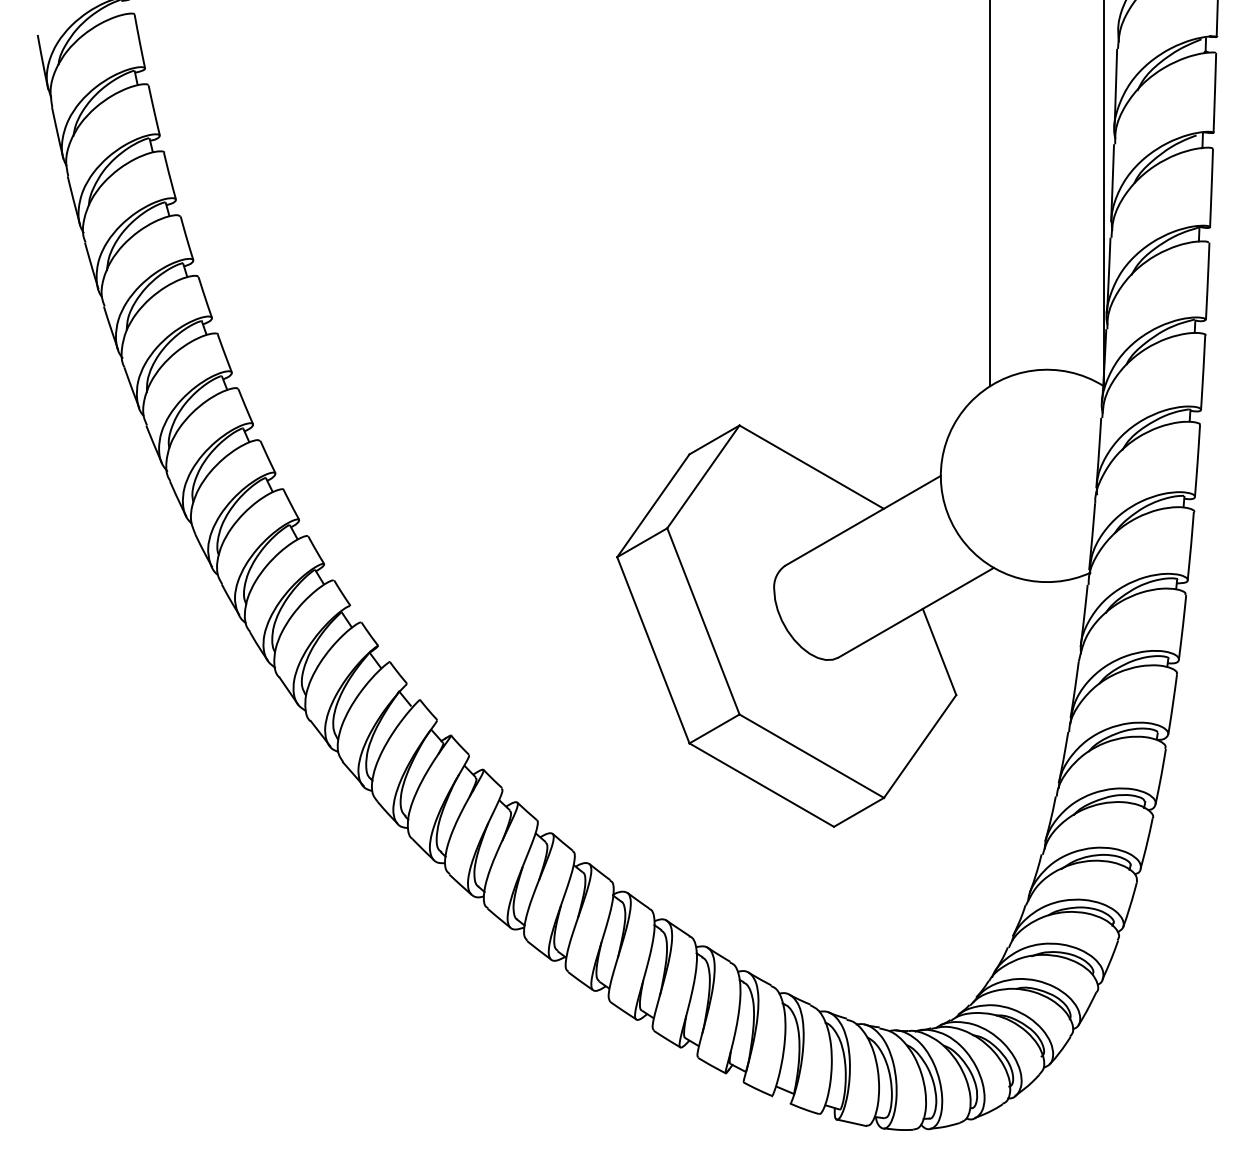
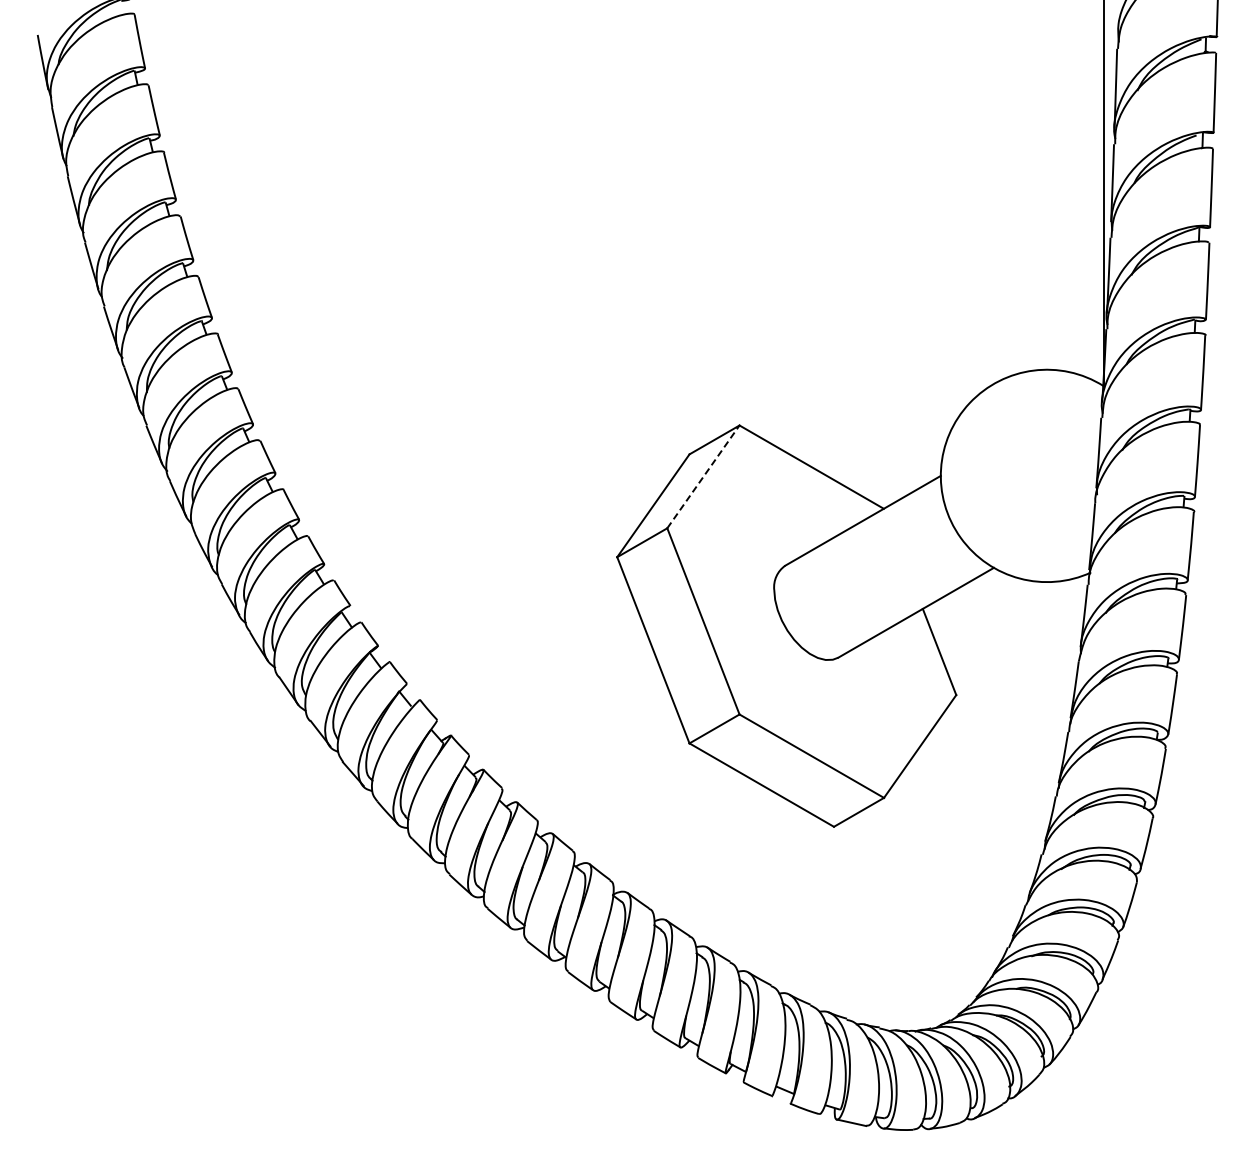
line at (990, 194): present -> none
line at (703, 476): solid -> dashed
